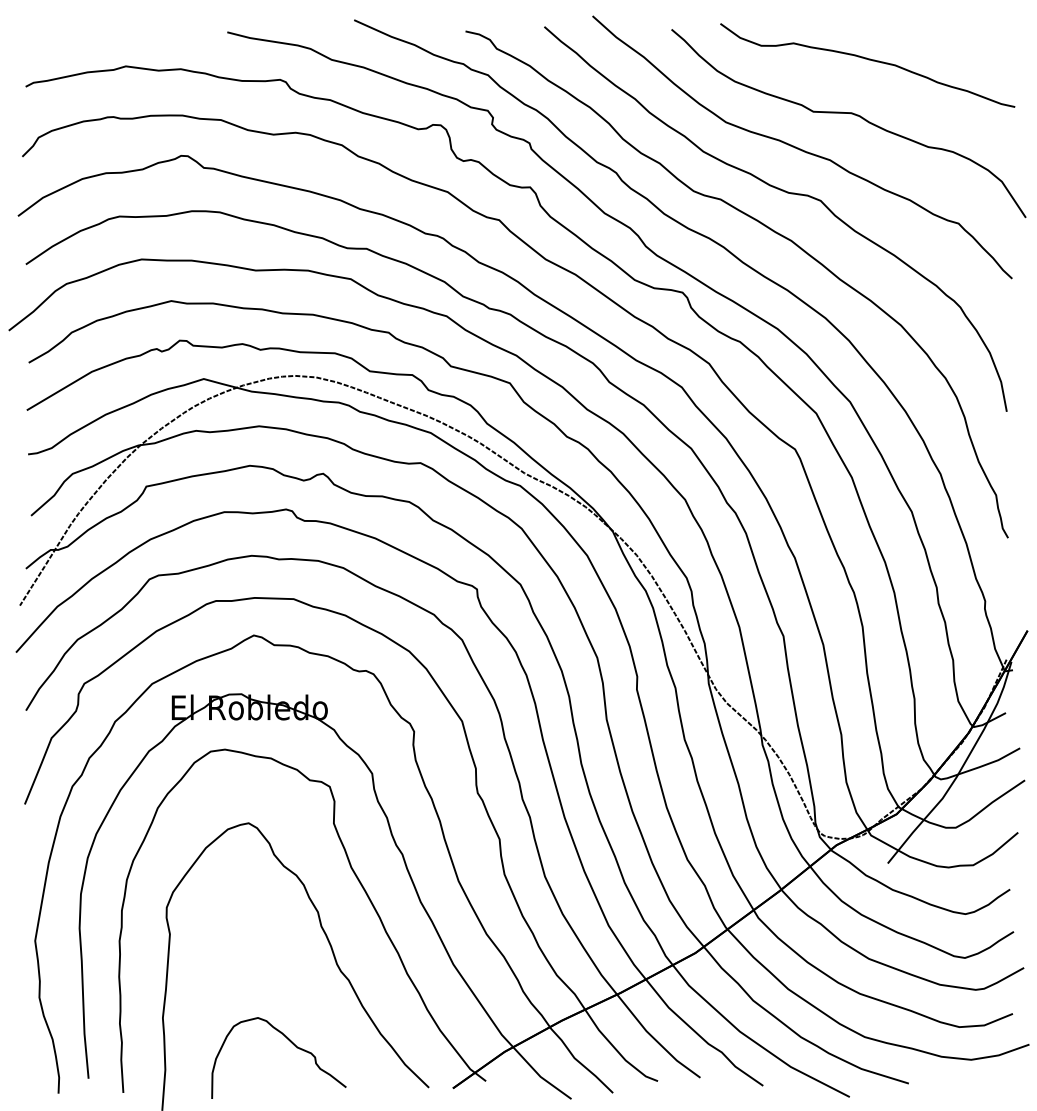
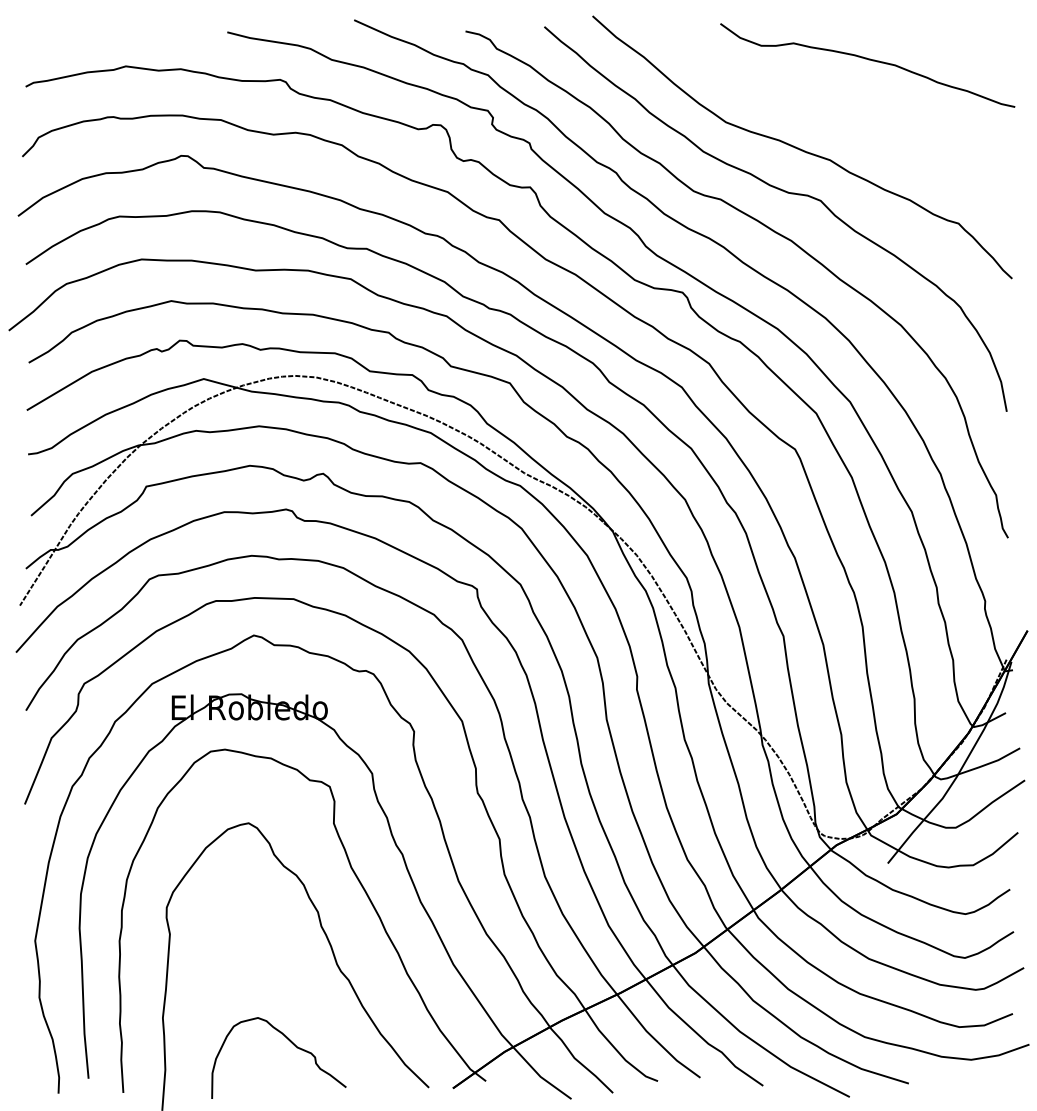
curve at (851, 114): present -> none
